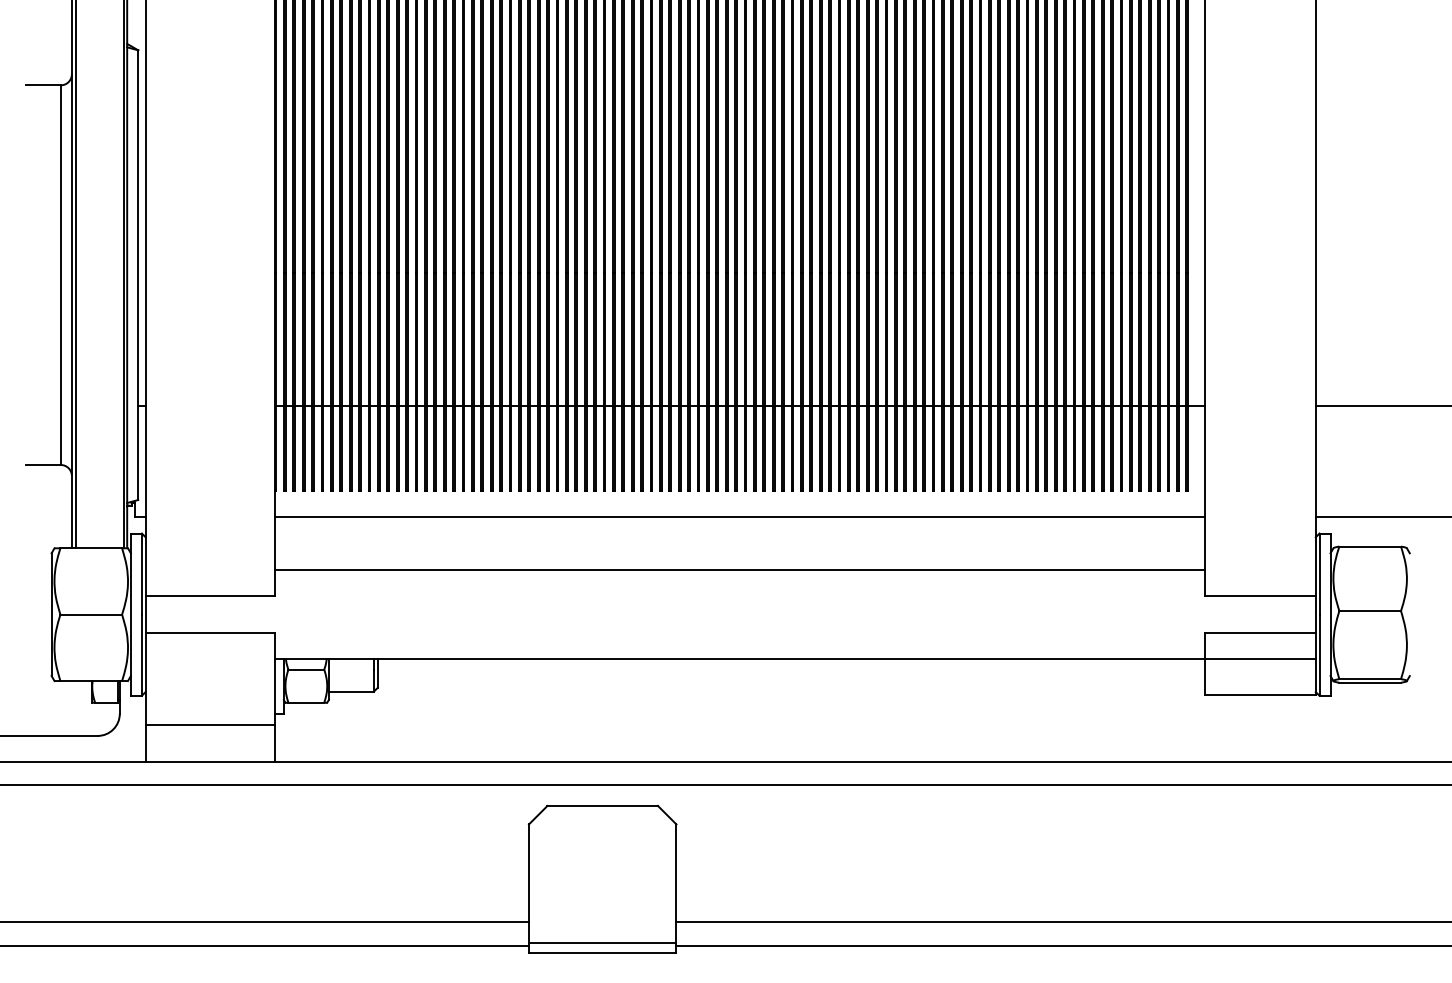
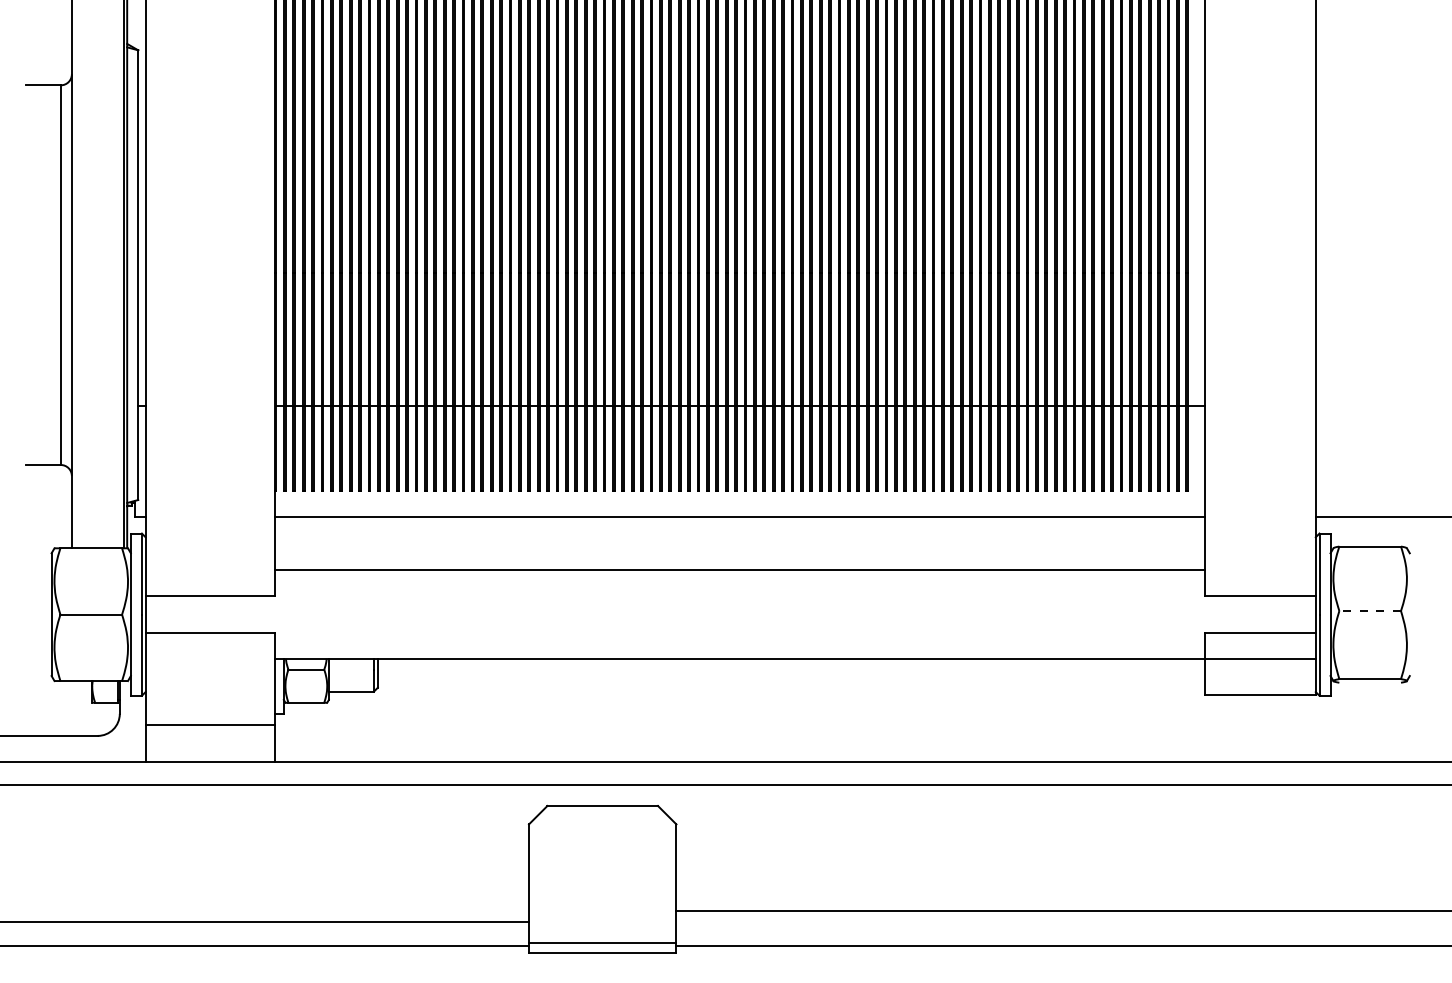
line at (75, 275): present -> none
line at (1381, 406): present -> none
line at (1370, 611): solid -> dashed
line at (1370, 682): present -> none
line at (1062, 922) position: (1062, 922) -> (1062, 911)
